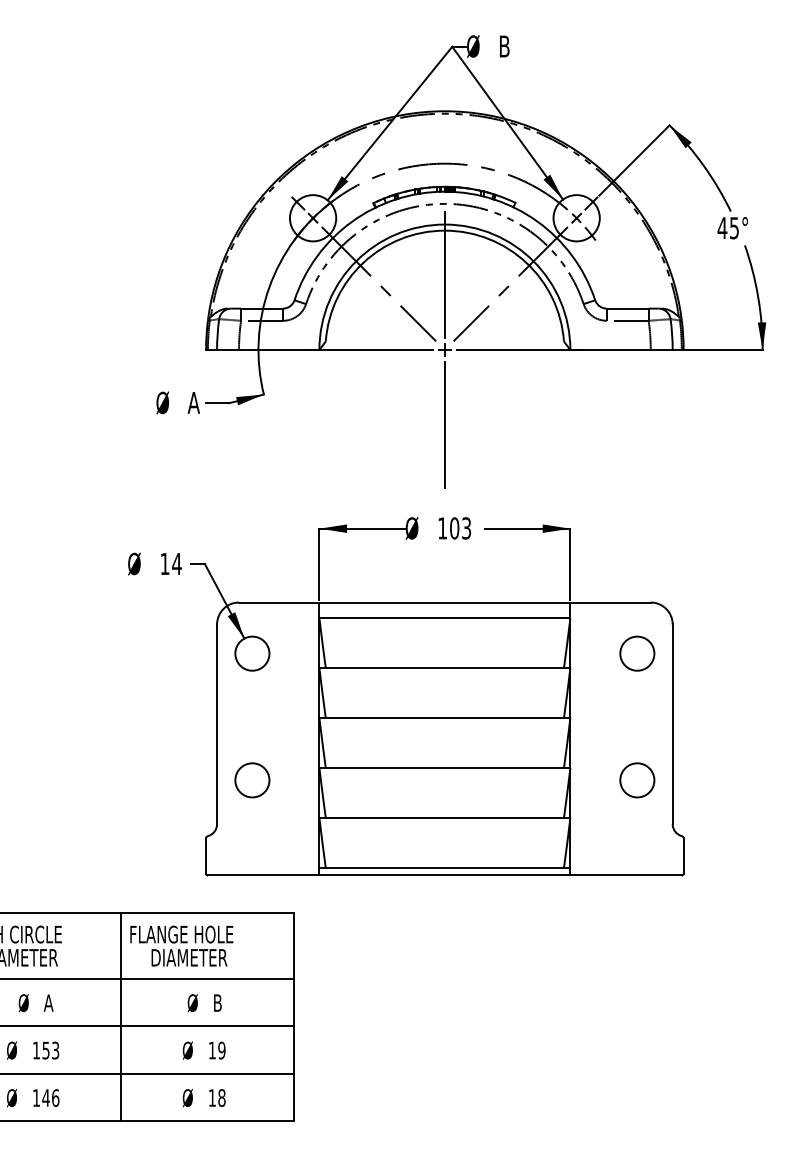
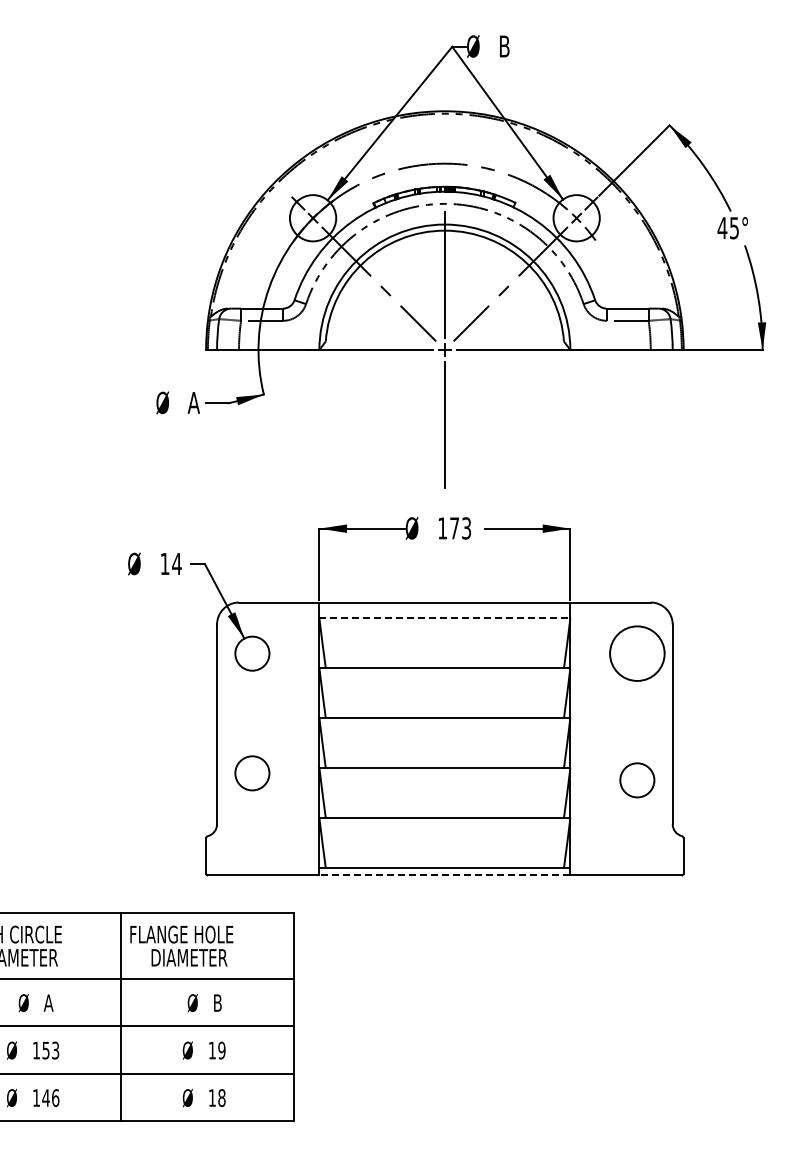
text at (454, 528): 103 -> 173
line at (445, 618): solid -> dashed
circle at (637, 653) diameter: 34 px -> 55 px
circle at (252, 780) position: (252, 780) -> (252, 773)
line at (444, 875): solid -> dashed
